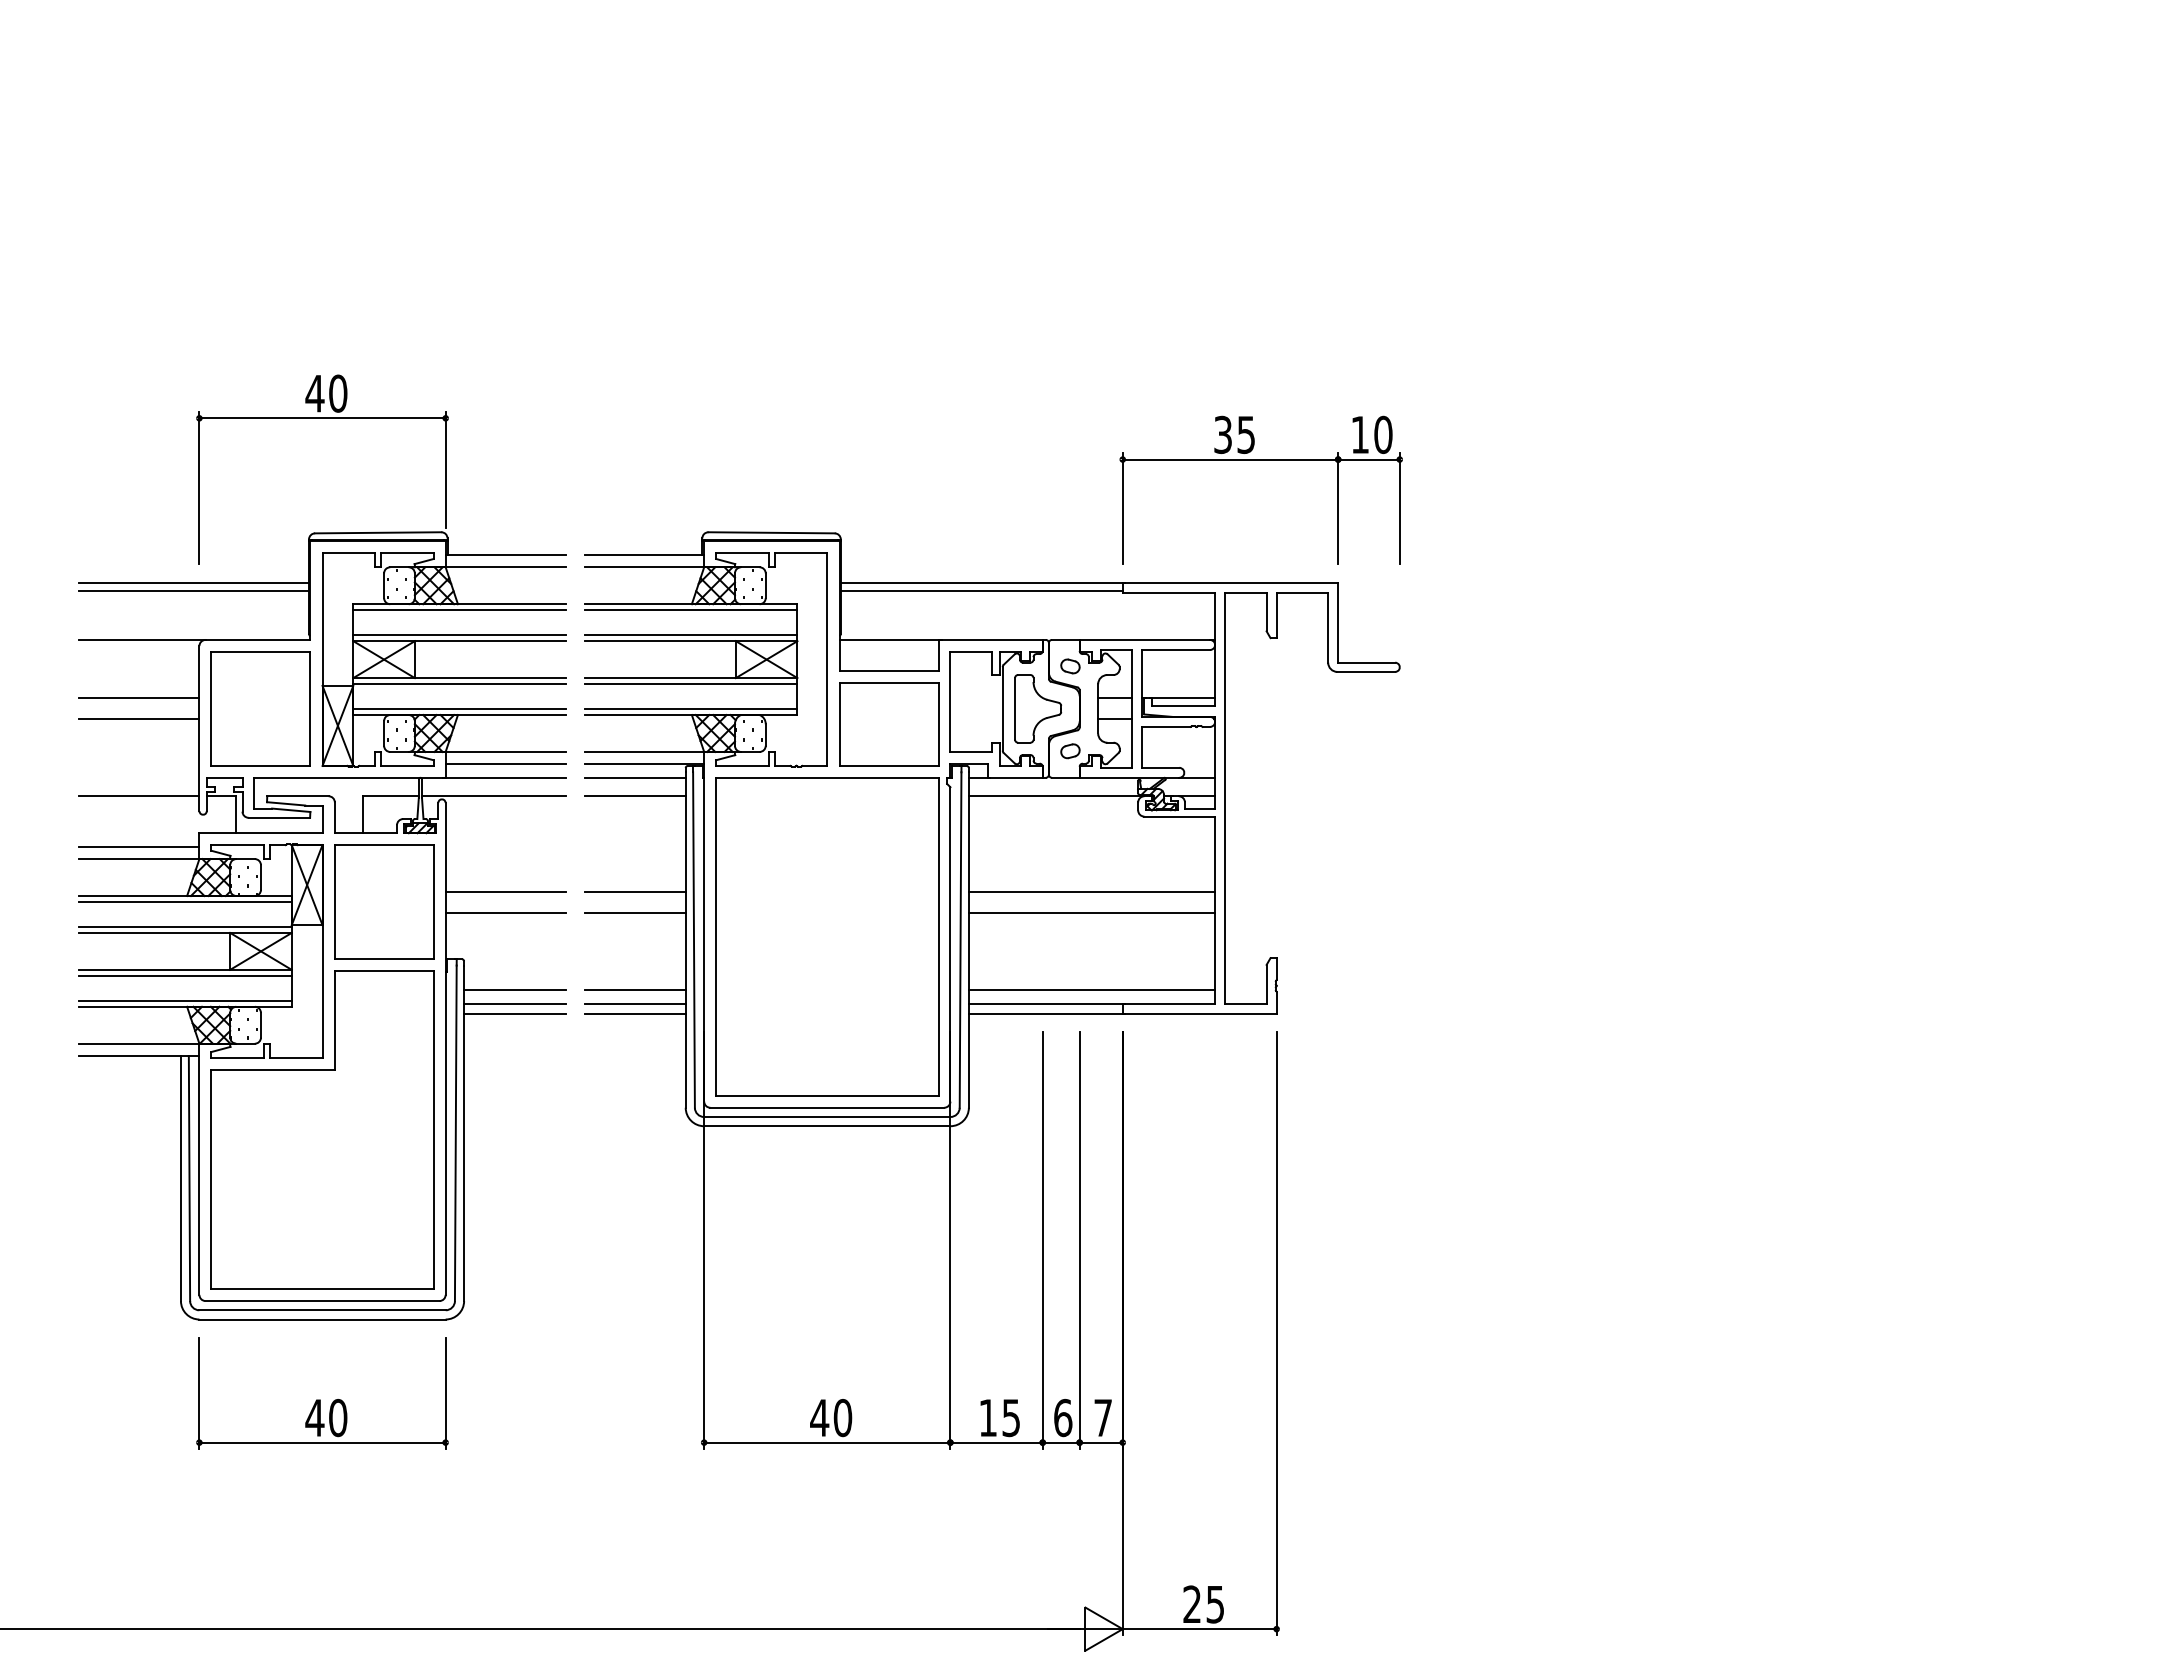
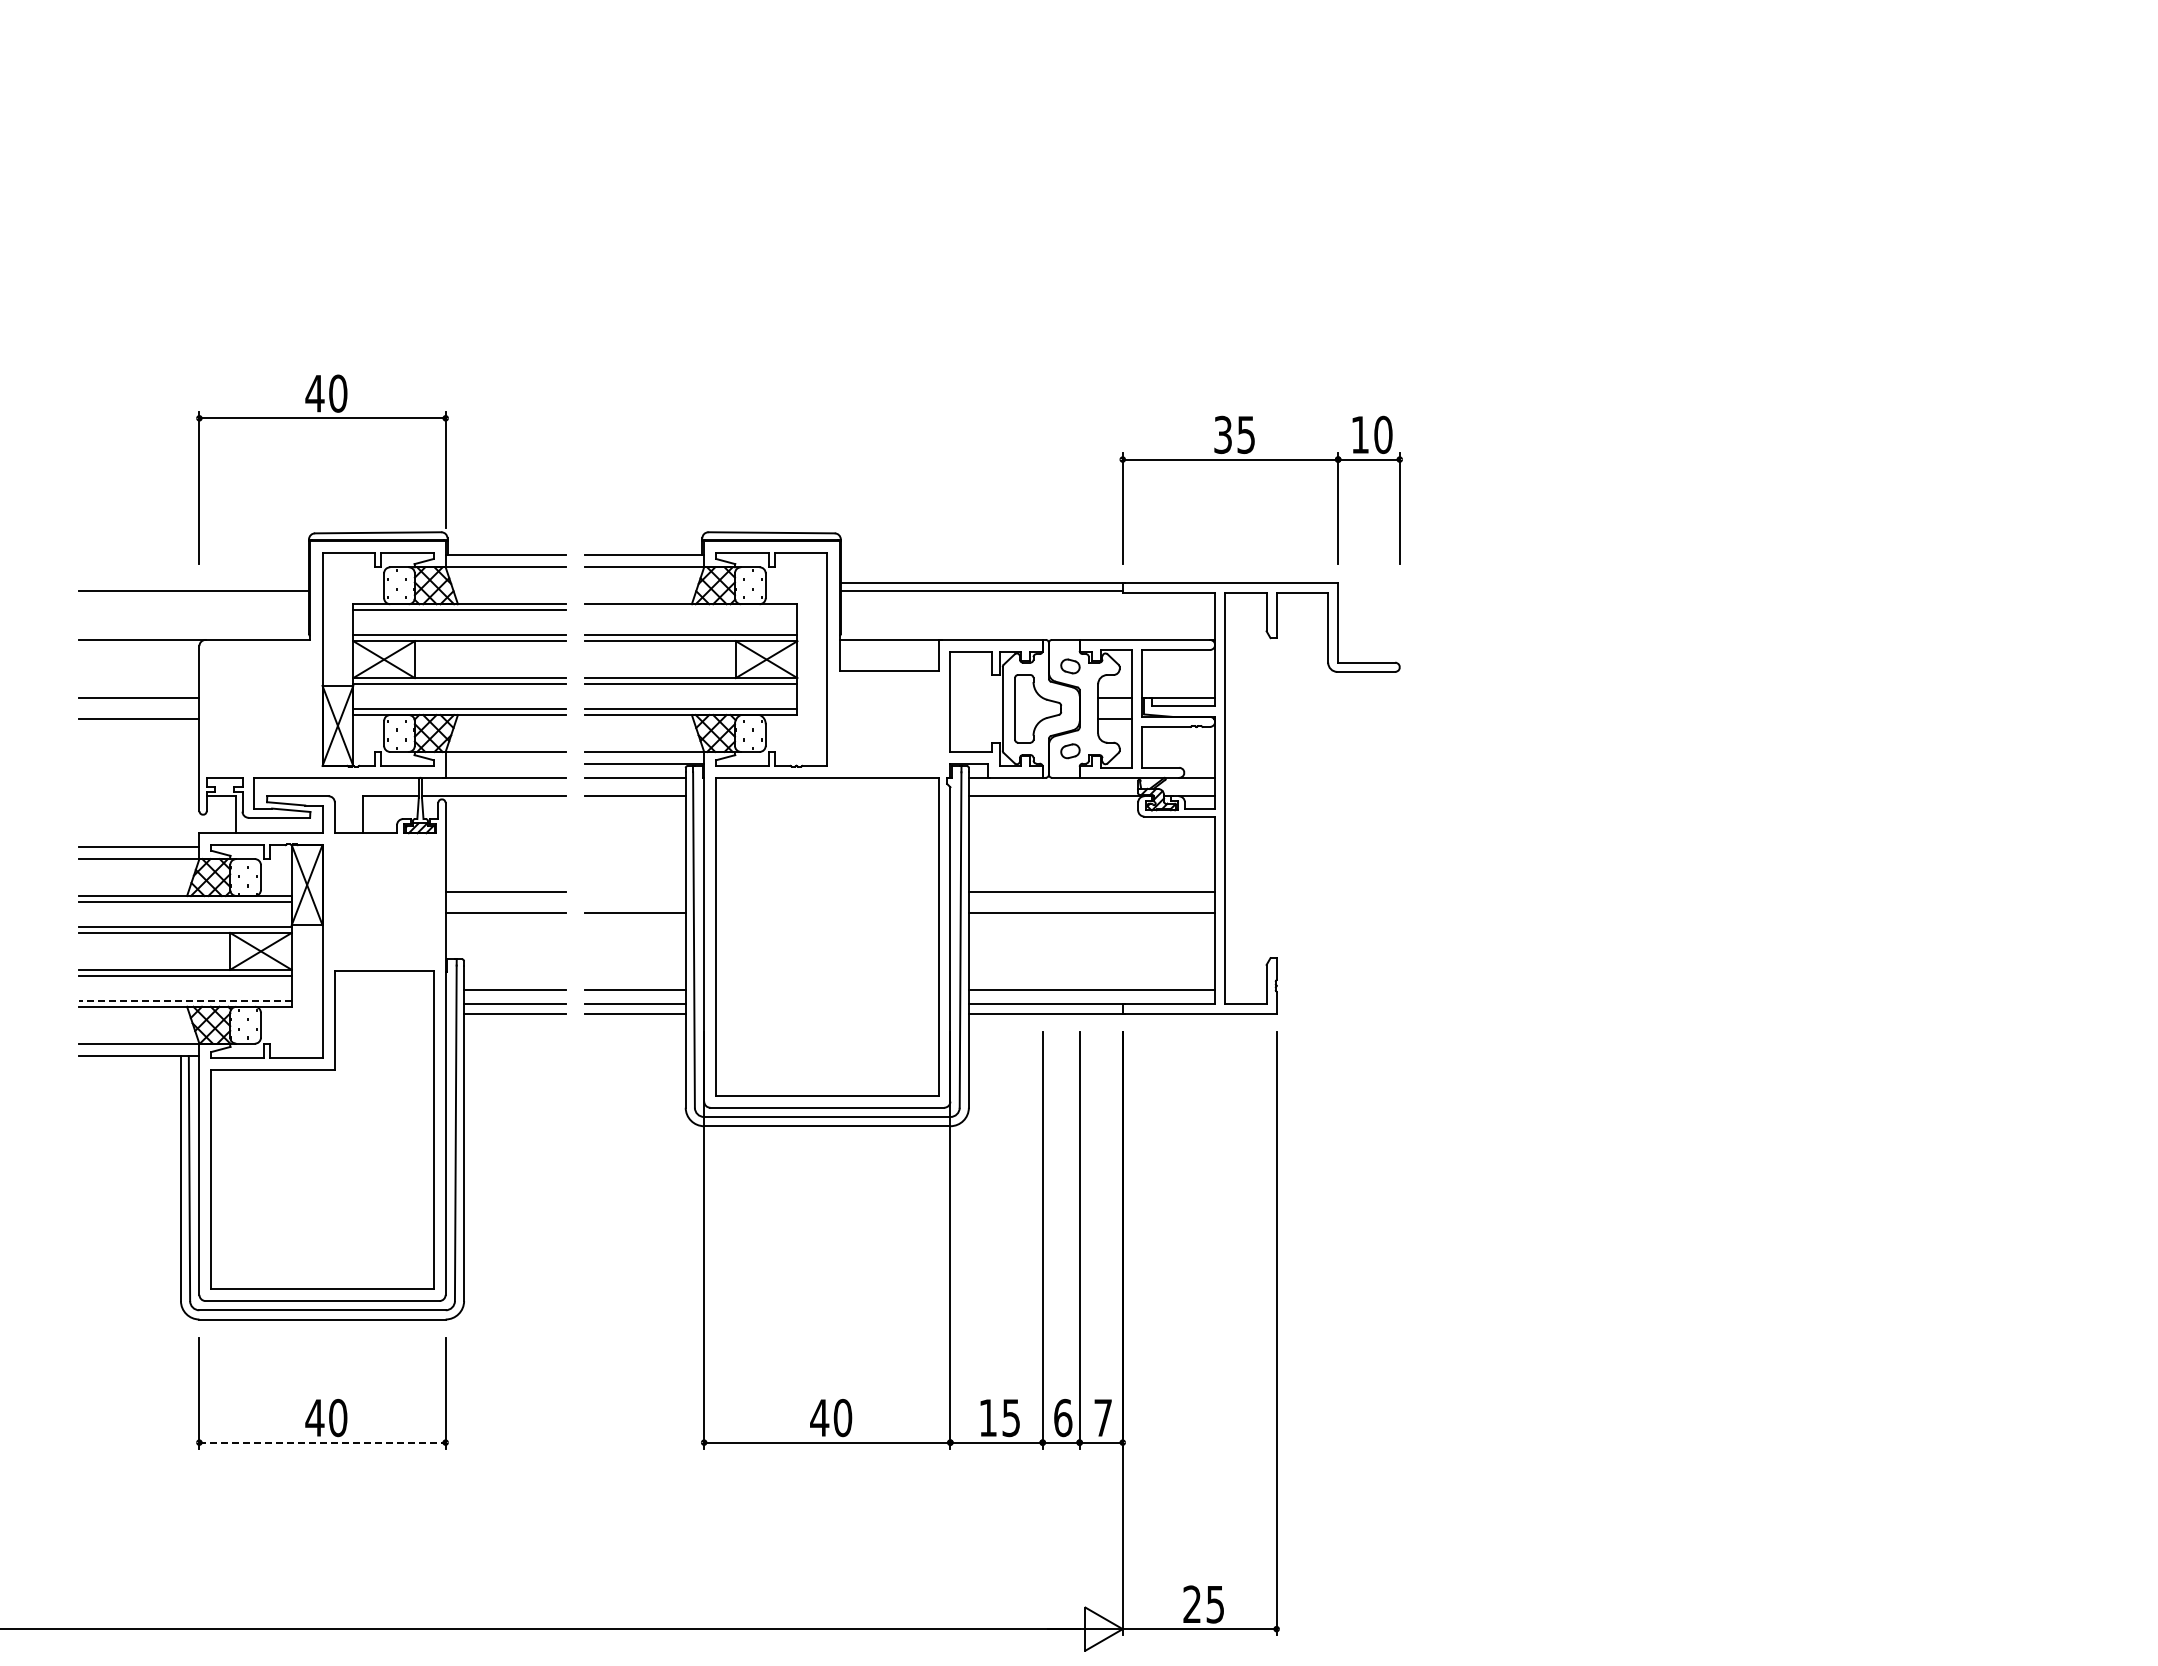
line at (194, 582): present -> none
line at (690, 610): present -> none
part at (260, 708): present -> none
part at (889, 724): present -> none
line at (505, 764): present -> none
line at (139, 796): present -> none
line at (634, 891): present -> none
part at (384, 901): present -> none
line at (185, 1000): solid -> dashed
line at (323, 1442): solid -> dashed
